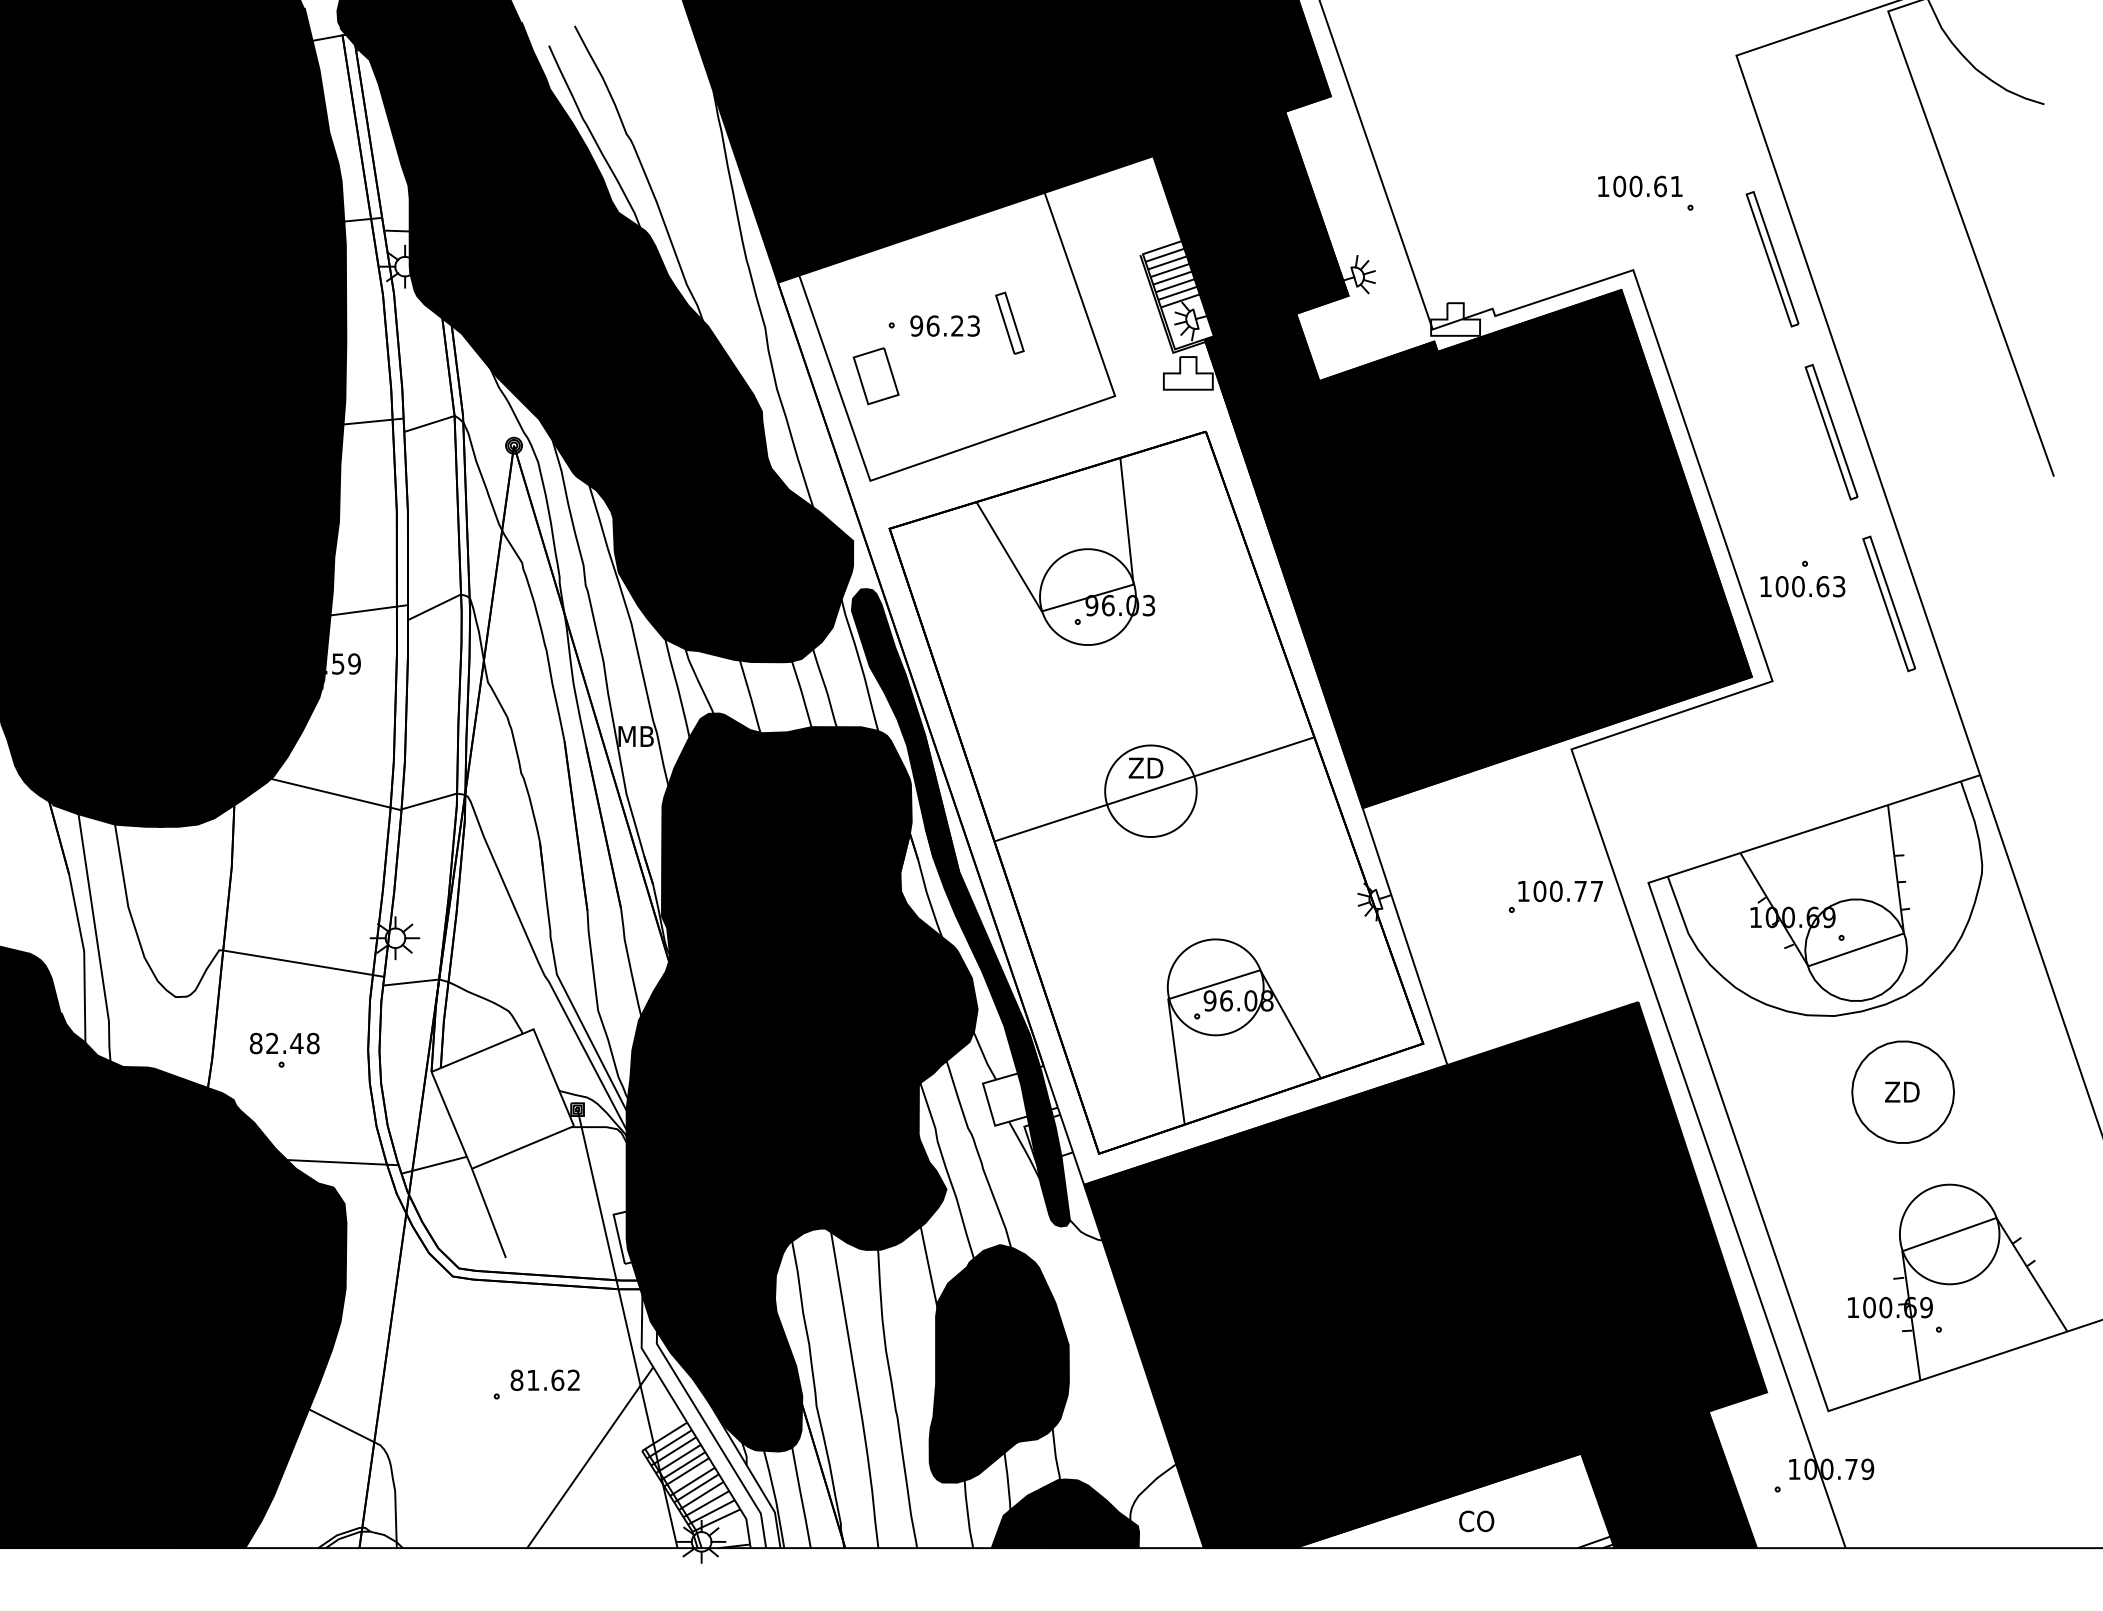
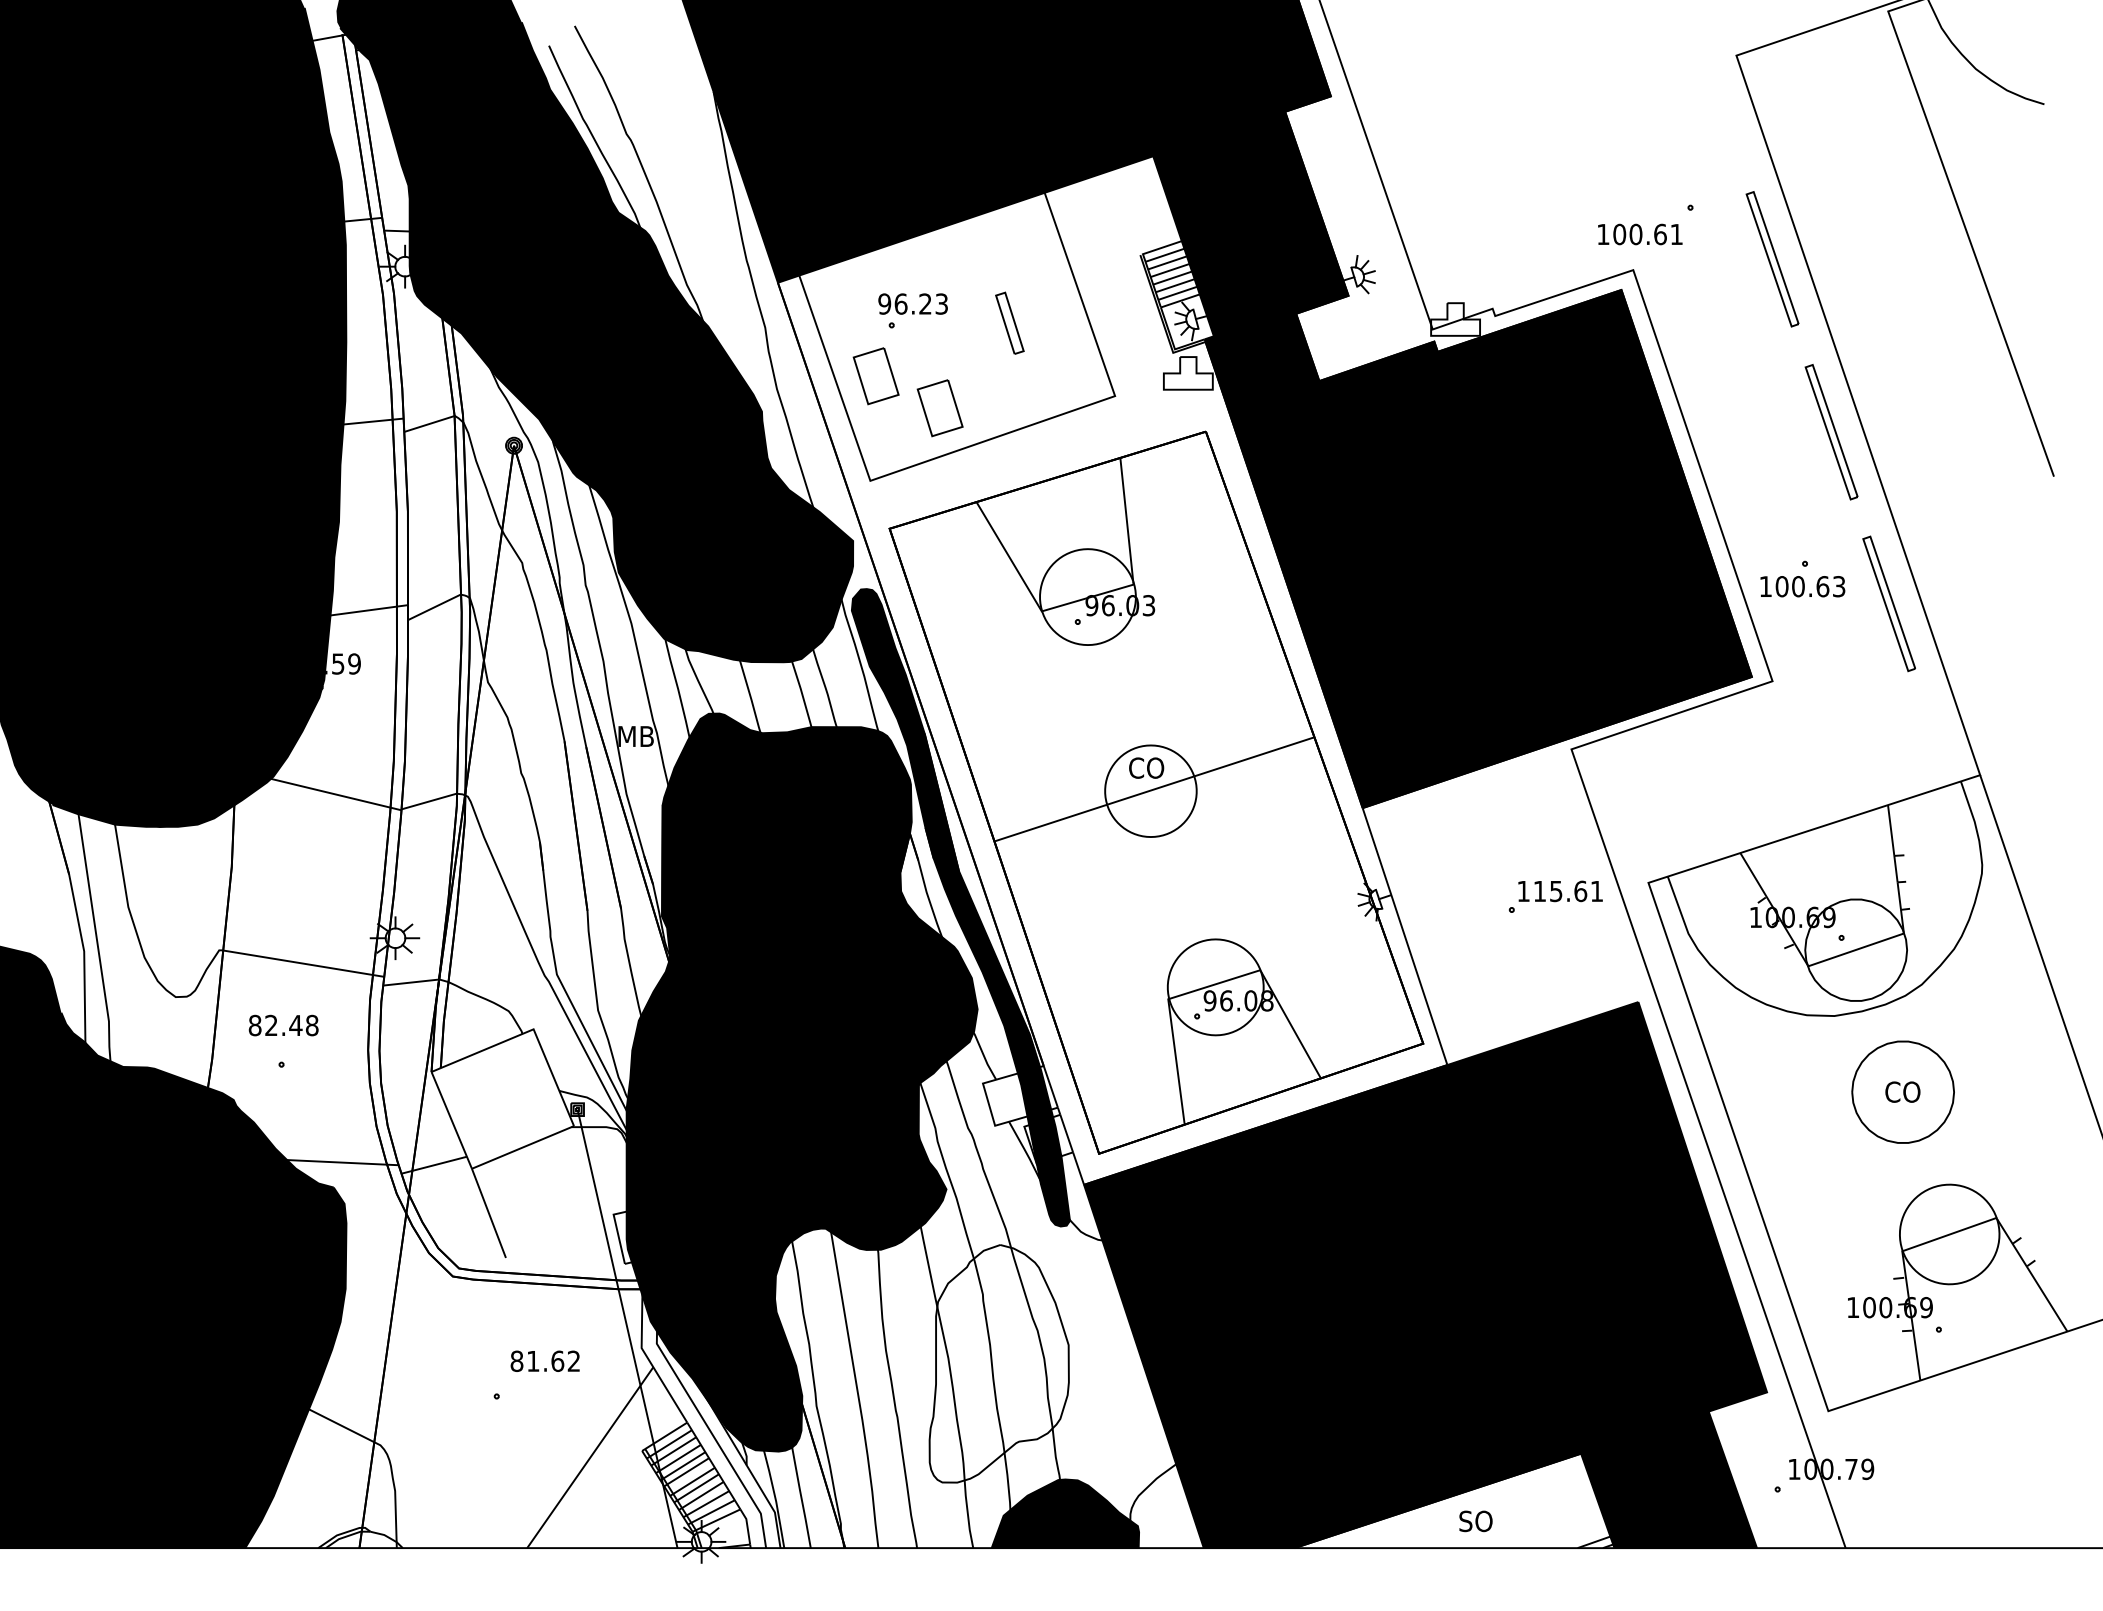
text at (1640, 186) position: (1640, 186) -> (1640, 234)
text at (944, 325) position: (944, 325) -> (912, 303)
part at (939, 408): none -> present
text at (1146, 767): ZD -> CO
text at (1567, 891): 100.77 -> 115.61
text at (284, 1043) position: (284, 1043) -> (283, 1025)
text at (1902, 1091): ZD -> CO
fill at (998, 1363): present -> none
text at (544, 1379) position: (544, 1379) -> (544, 1360)
text at (1476, 1521): CO -> SO
